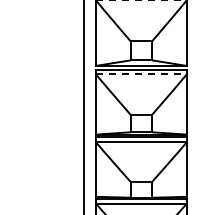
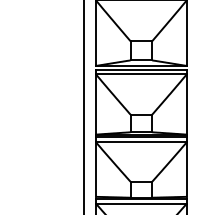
line at (141, 0): dashed -> solid
line at (141, 74): dashed -> solid
